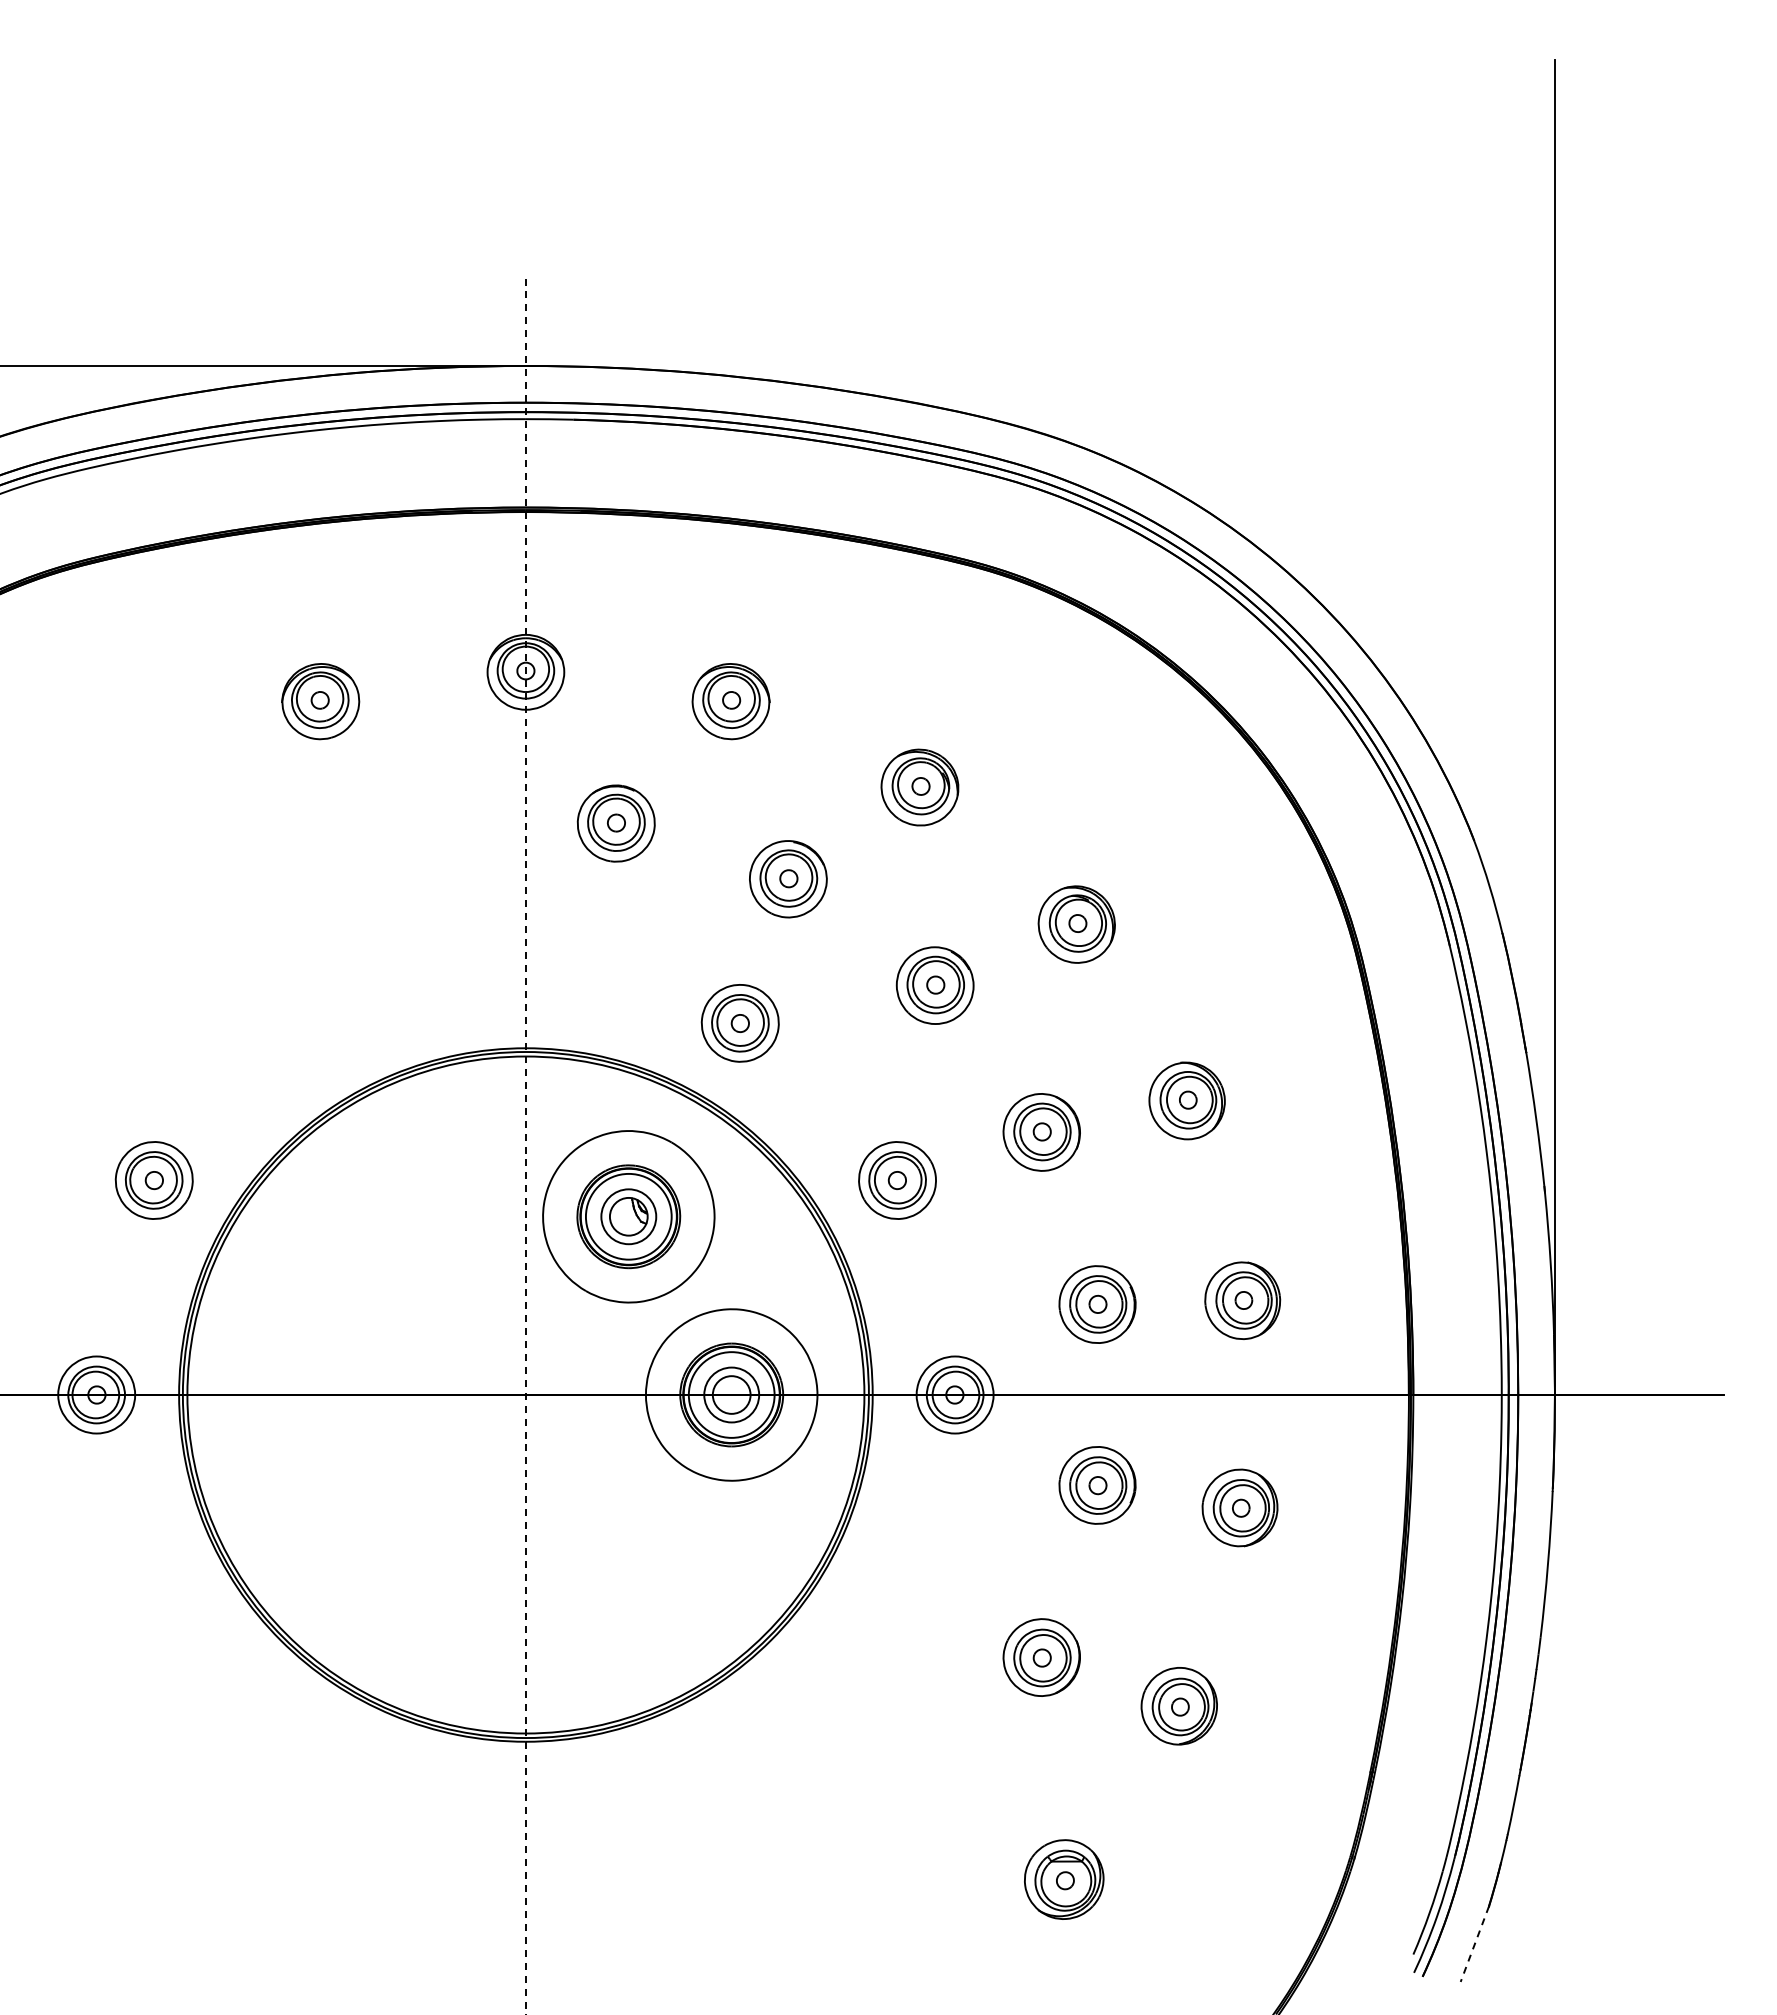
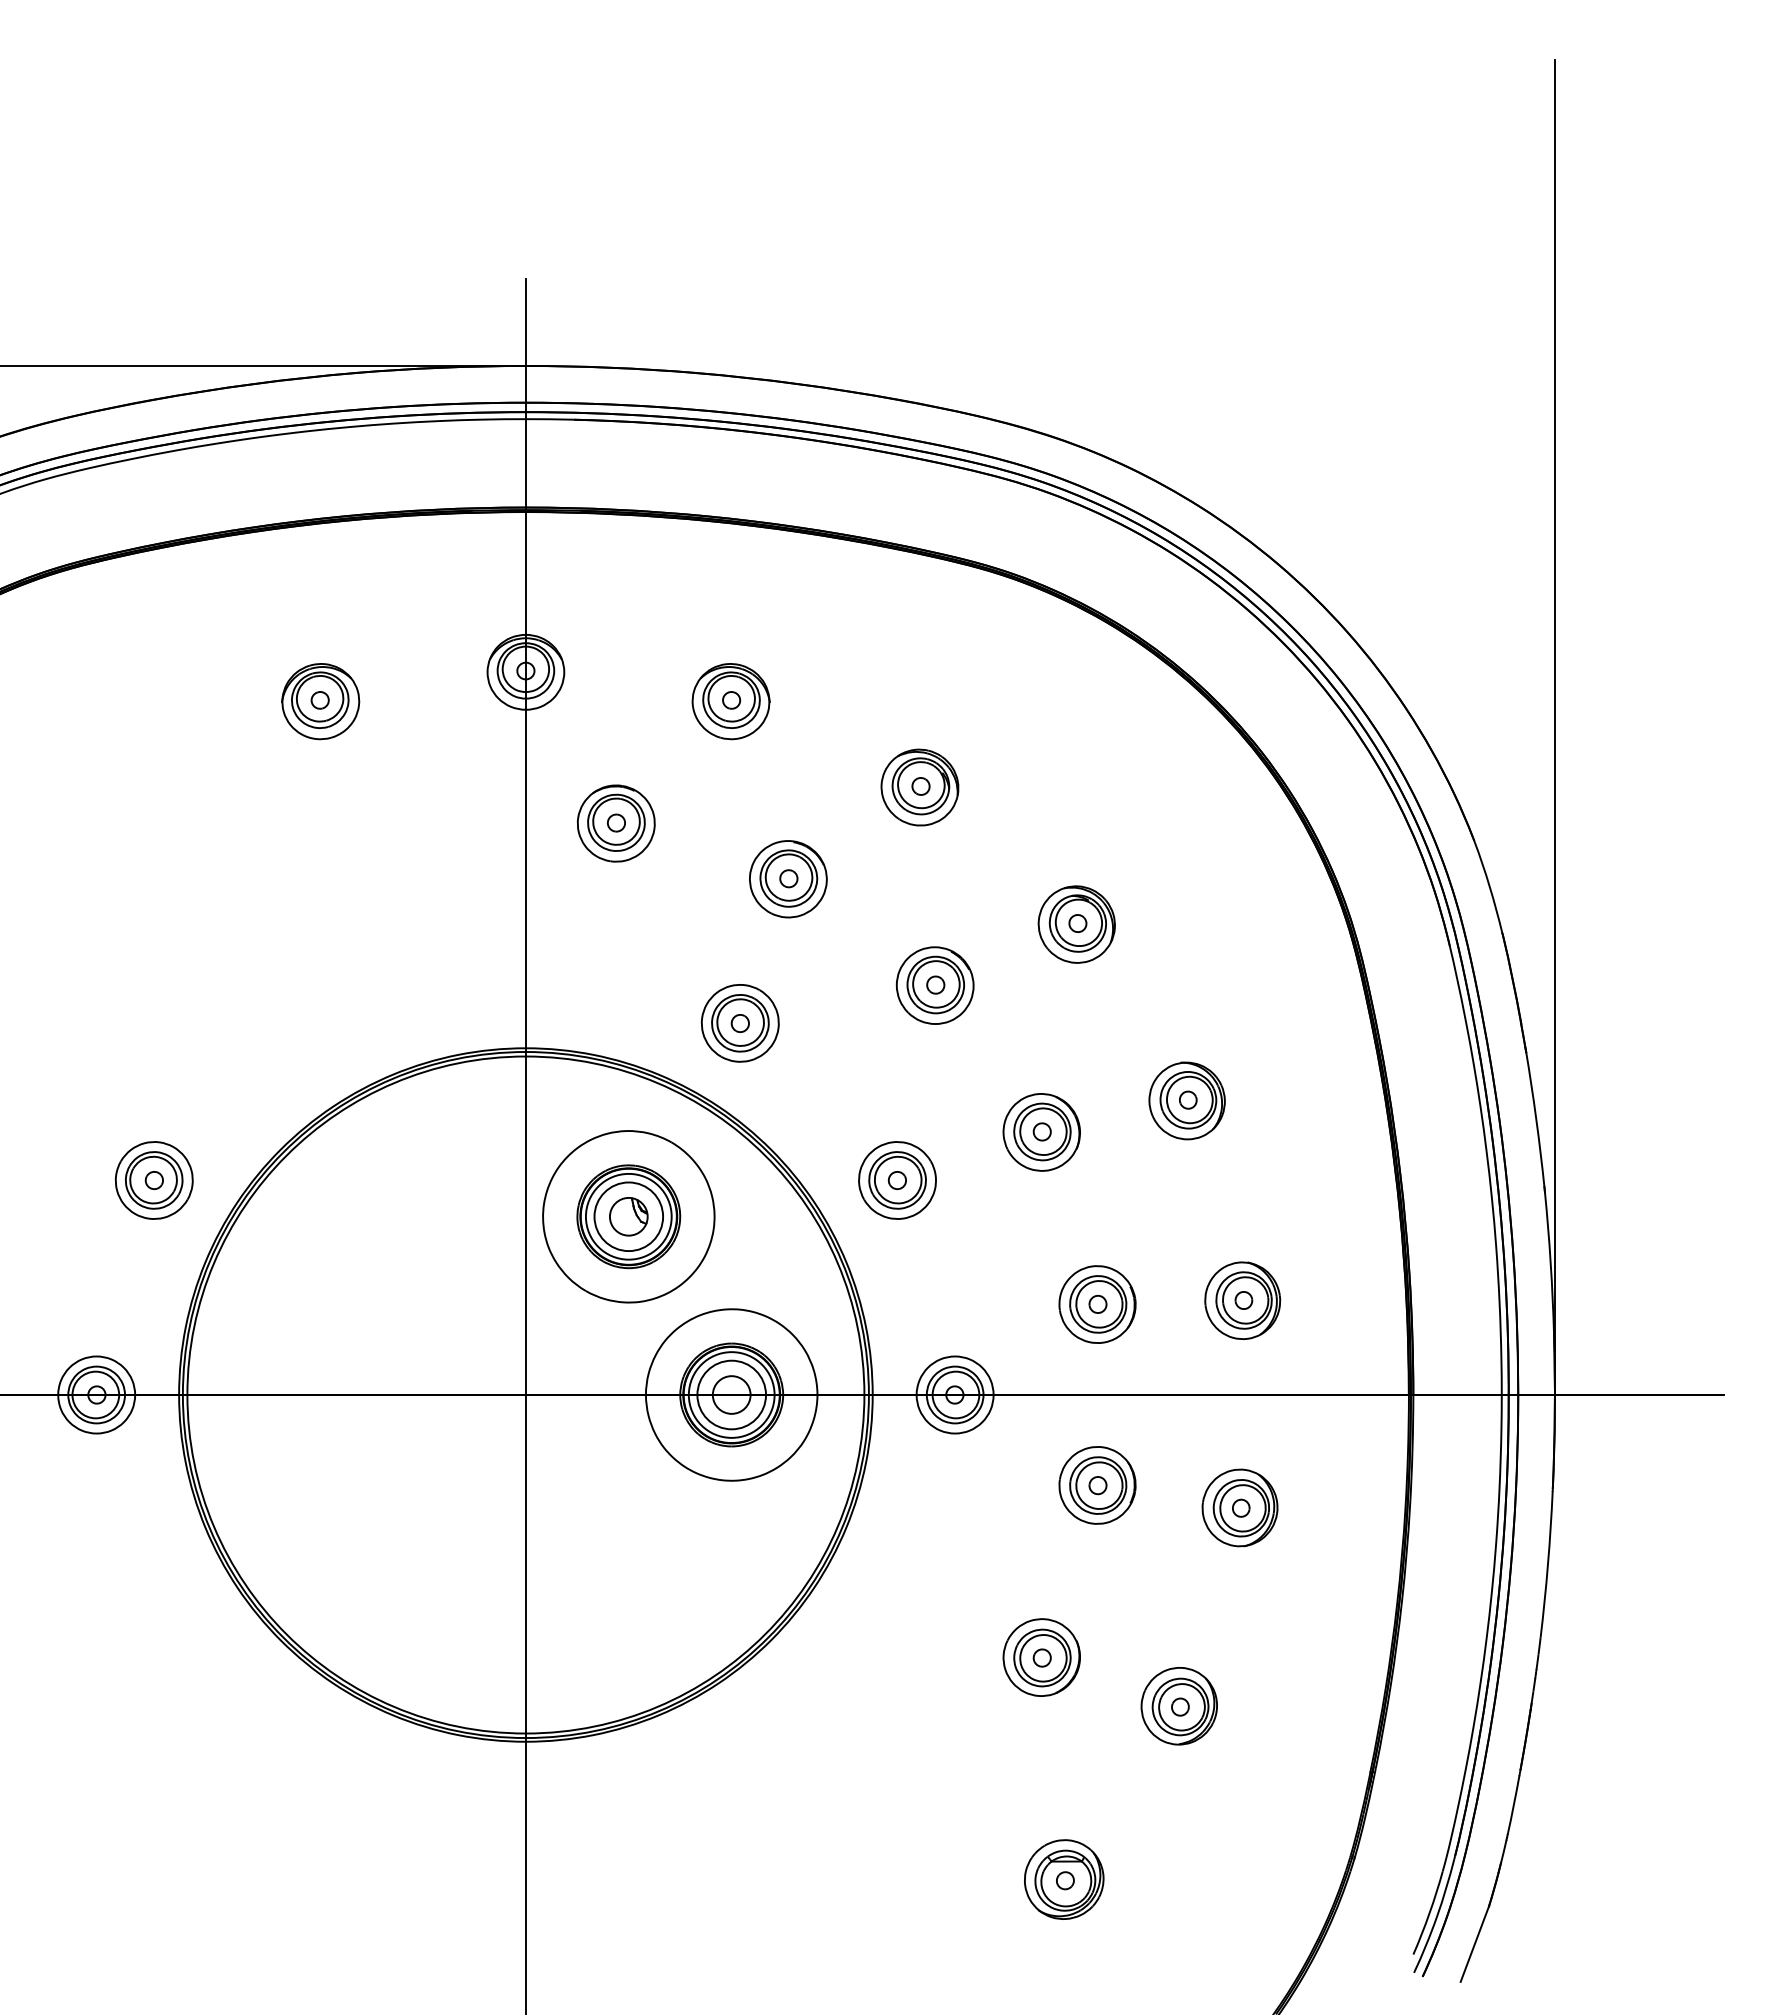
line at (525, 1146): dashed -> solid
circle at (628, 1216) diameter: 55 px -> 69 px
circle at (731, 1394) diameter: 55 px -> 69 px
line at (1474, 1944): dashed -> solid
